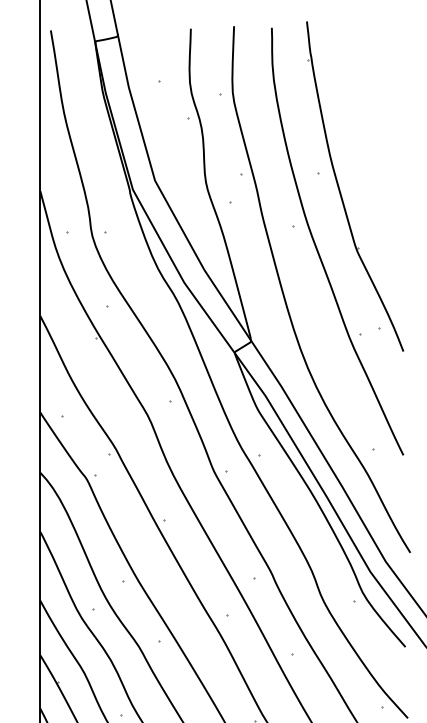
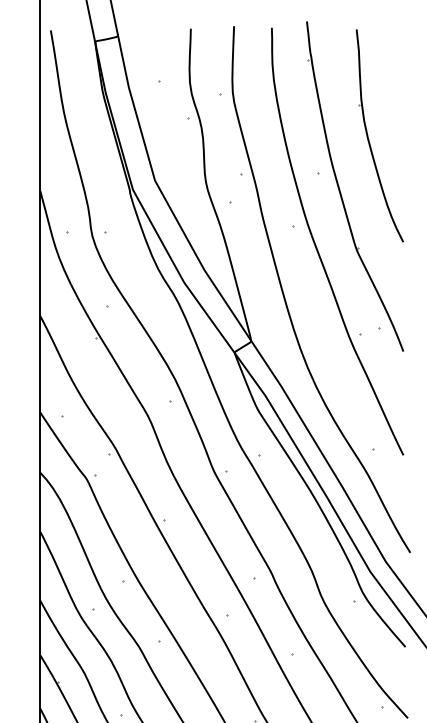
part at (369, 139): none -> present
